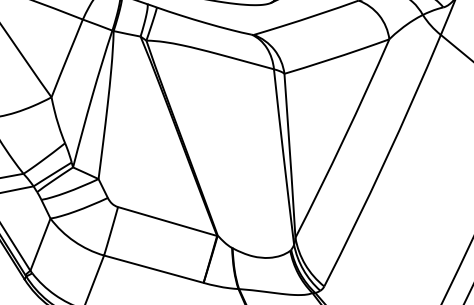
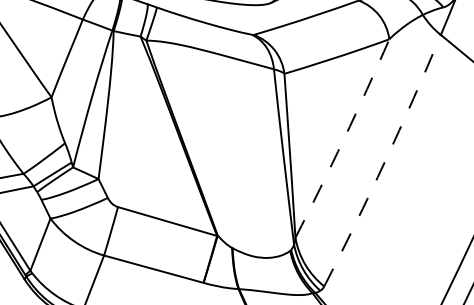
arc at (343, 139): solid -> dashed
arc at (384, 161): solid -> dashed
